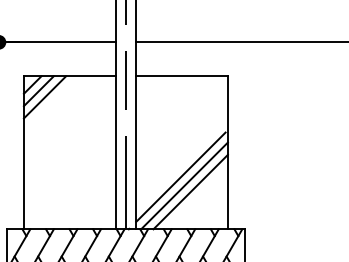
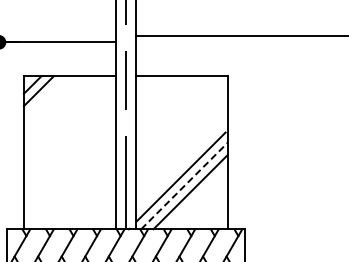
line at (240, 42) position: (240, 42) -> (240, 36)
line at (44, 97): present -> none
line at (184, 185): solid -> dashed
